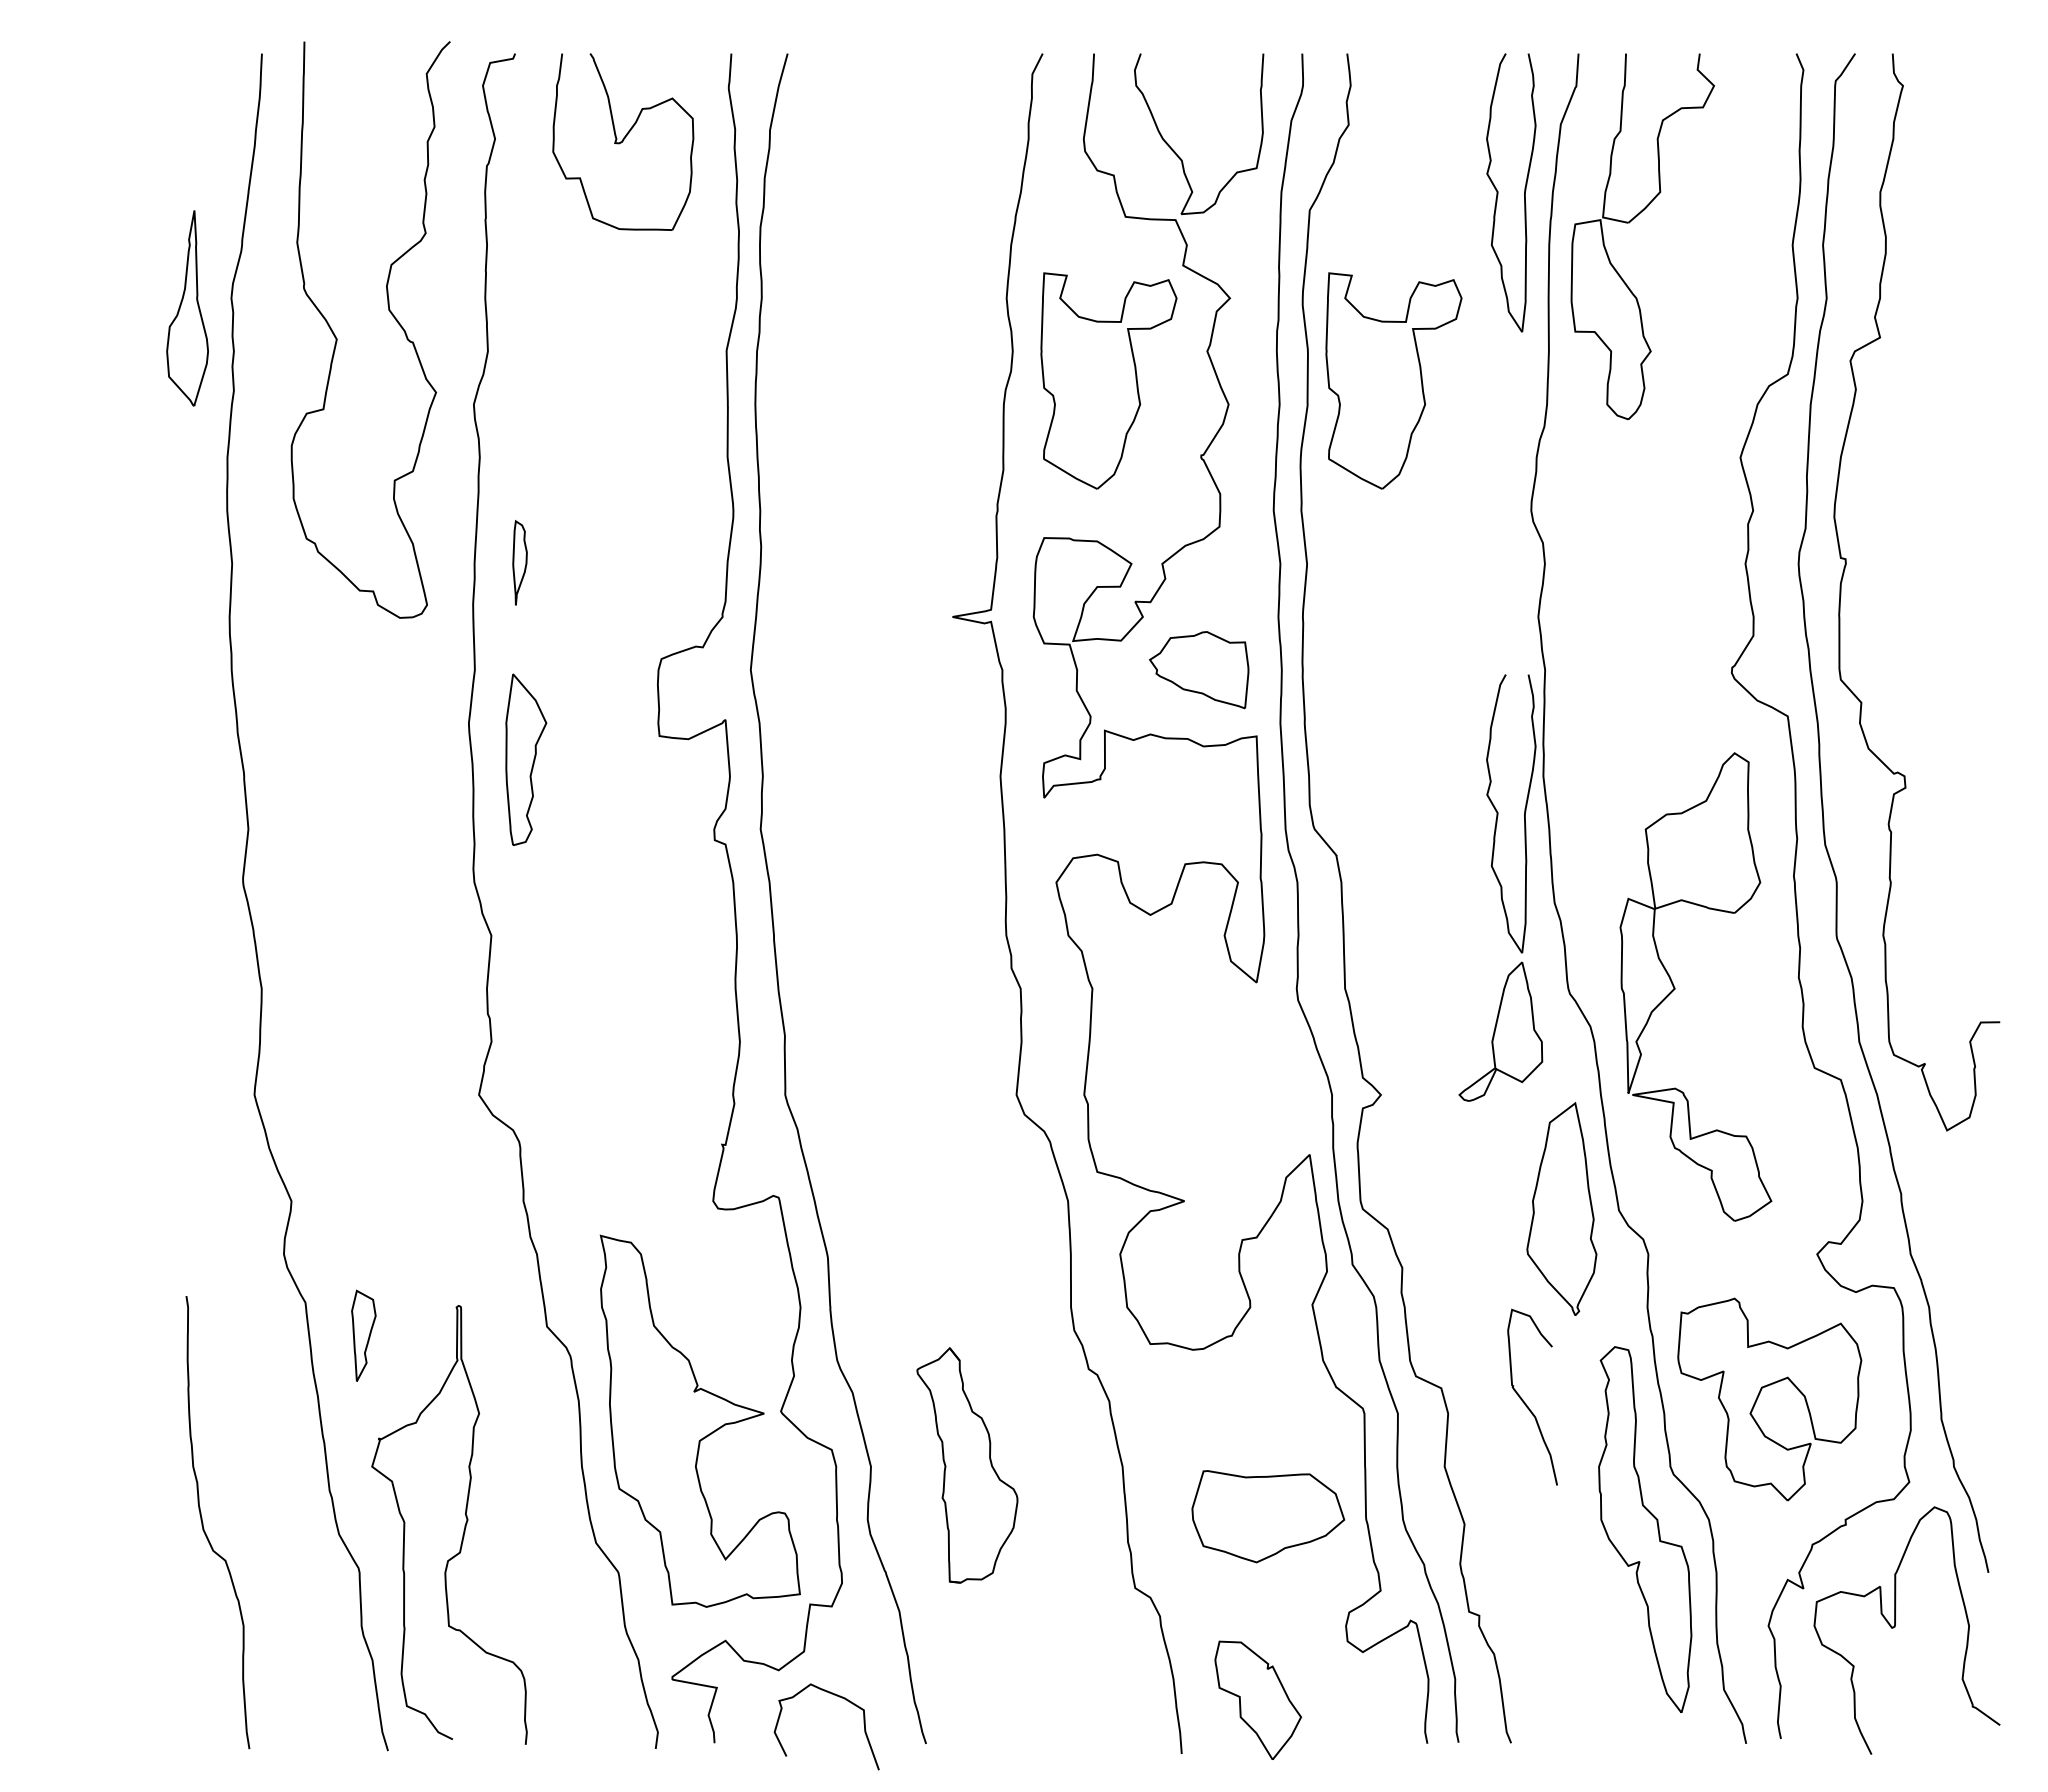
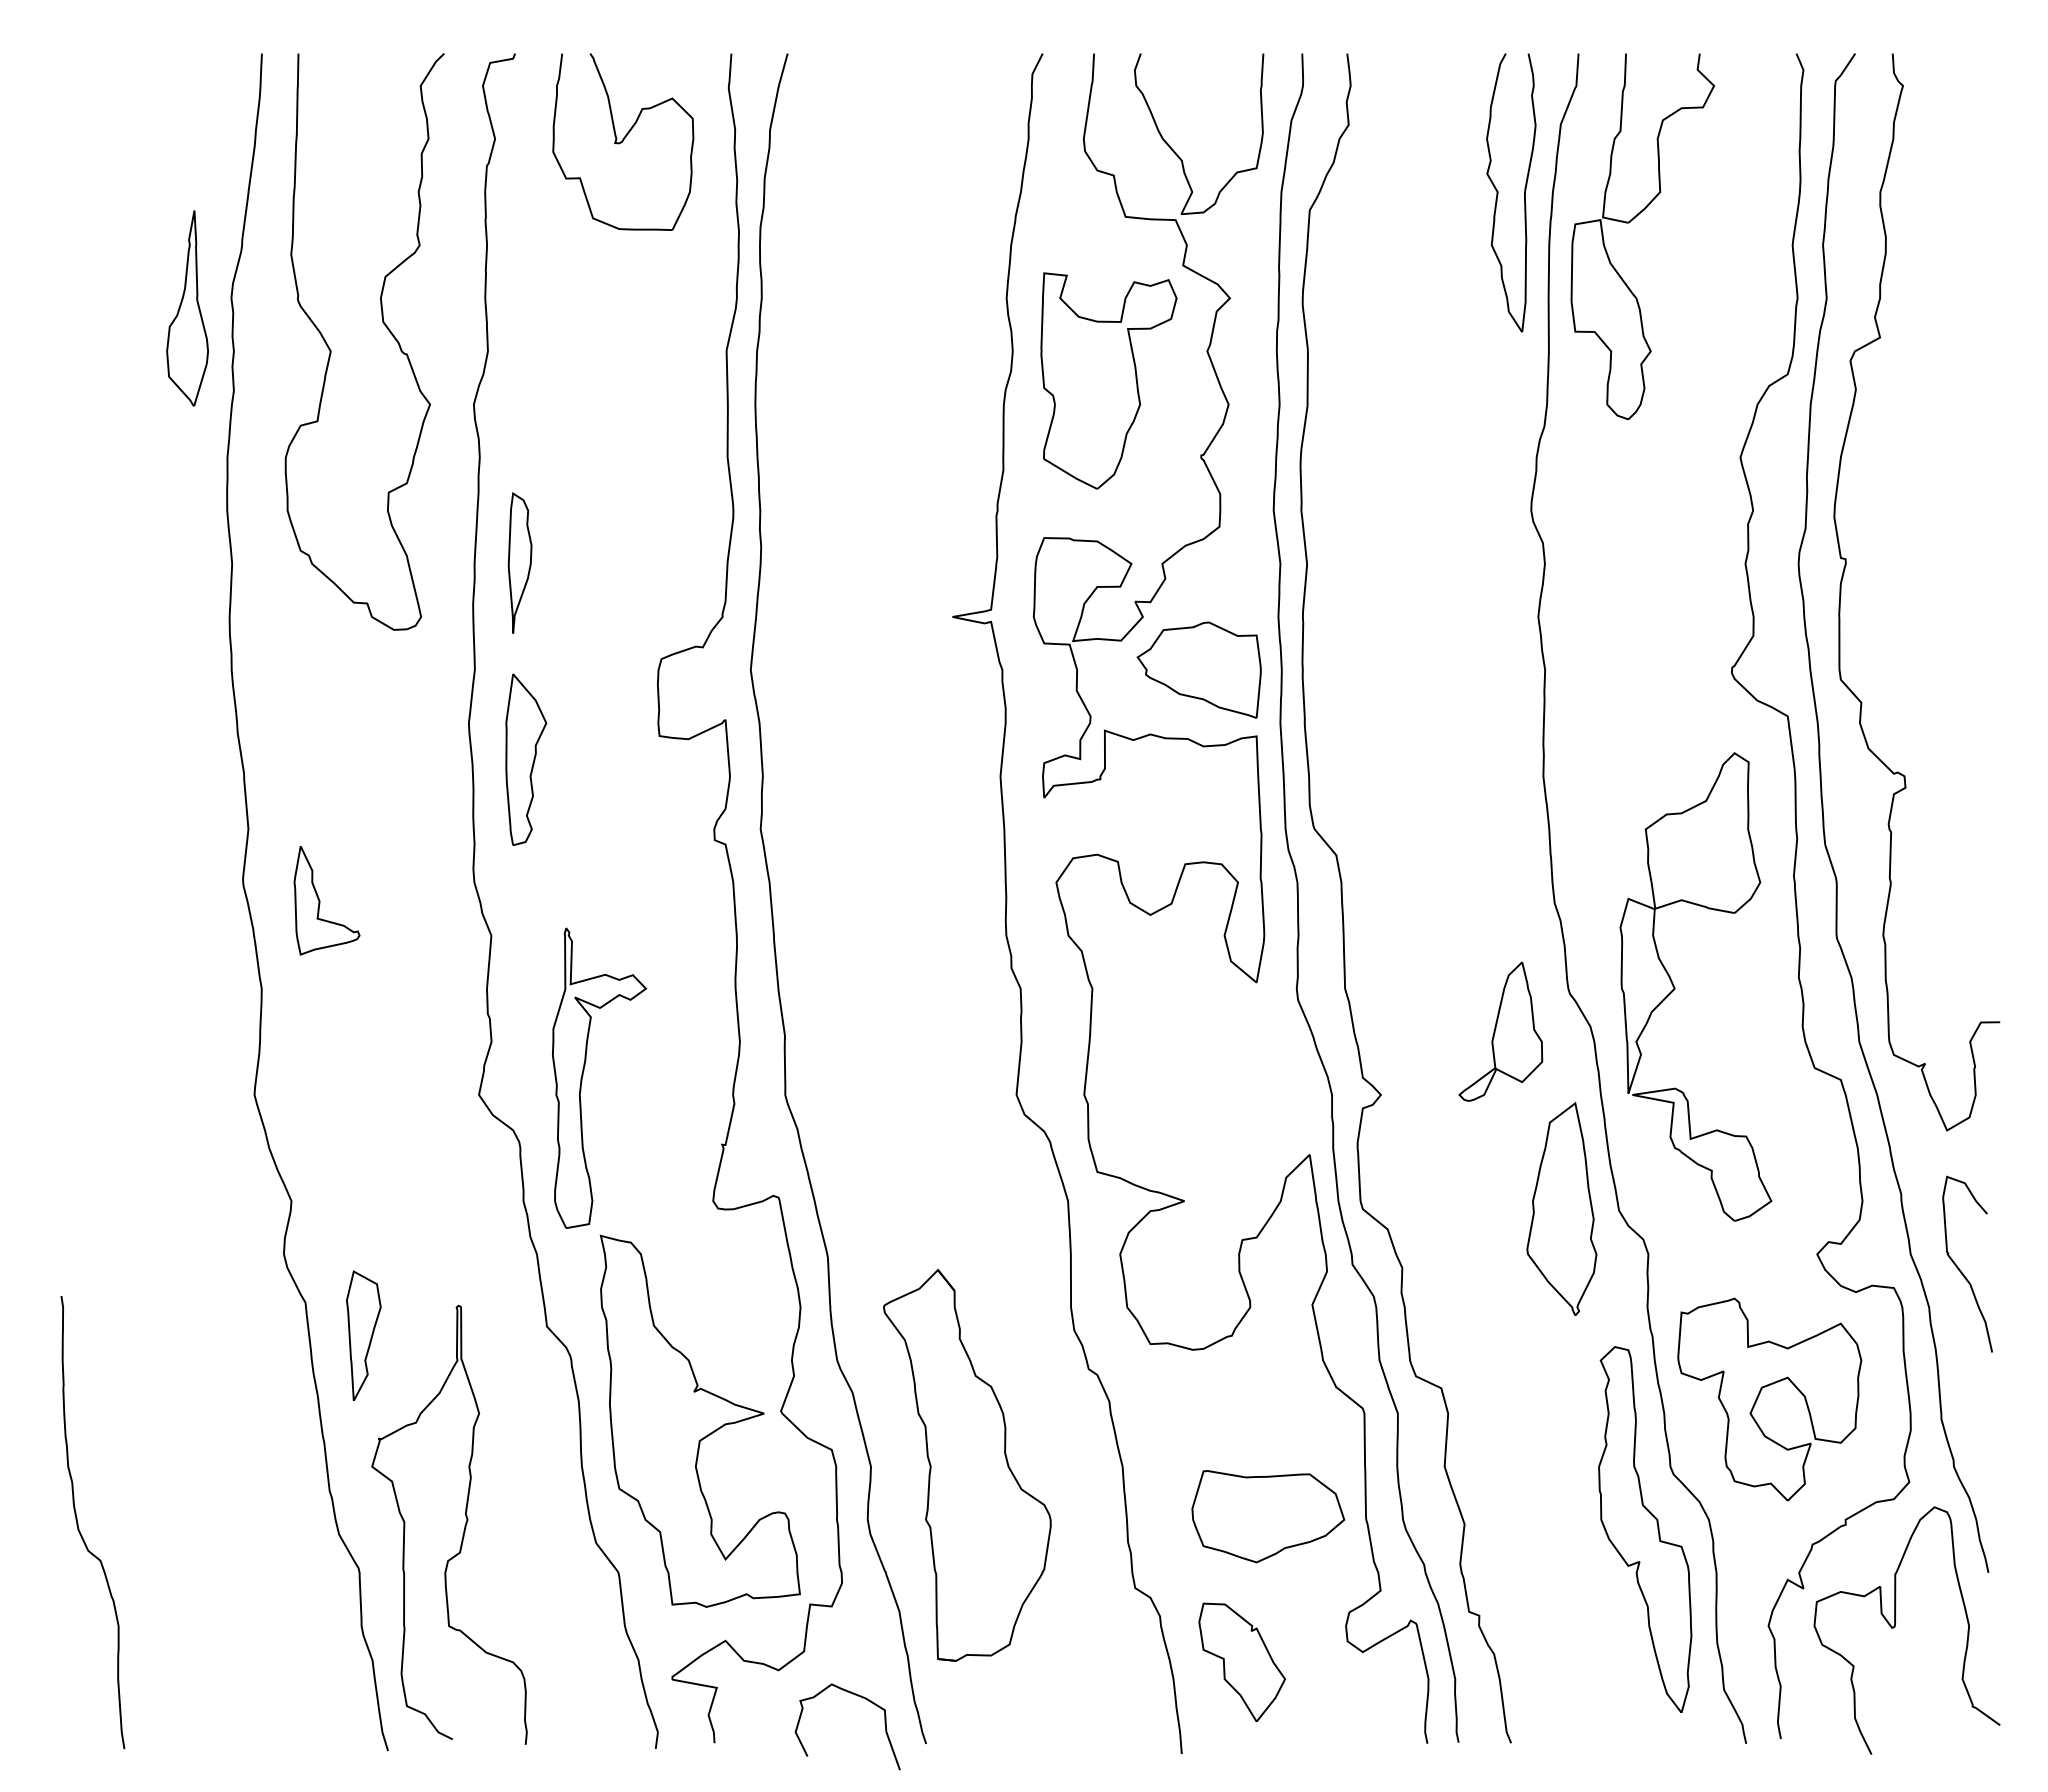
part at (389, 312) position: (389, 312) -> (383, 324)
part at (1393, 380): present -> none
part at (519, 562) size: 16x86 px -> 26x142 px
part at (1198, 670) size: 102x79 px -> 126x98 px
part at (1498, 813): present -> none
part at (326, 900): none -> present
part at (583, 1075): none -> present
part at (363, 1335) size: 26x93 px -> 36x132 px
curve at (1525, 1402) position: (1525, 1402) -> (1960, 1269)
part at (967, 1465) size: 103x237 px -> 169x393 px
curve at (203, 1522) position: (203, 1522) -> (78, 1522)
curve at (836, 1696) position: (836, 1696) -> (857, 1696)
part at (1257, 1699) position: (1257, 1699) -> (1241, 1661)
